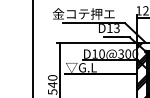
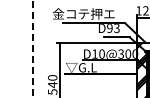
text at (109, 28): D13 -> D93
line at (32, 49): solid -> dashed
